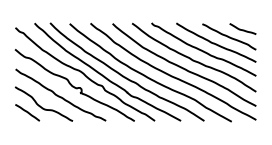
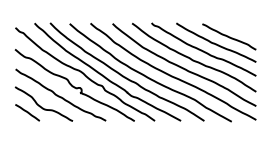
curve at (242, 29): present -> none
